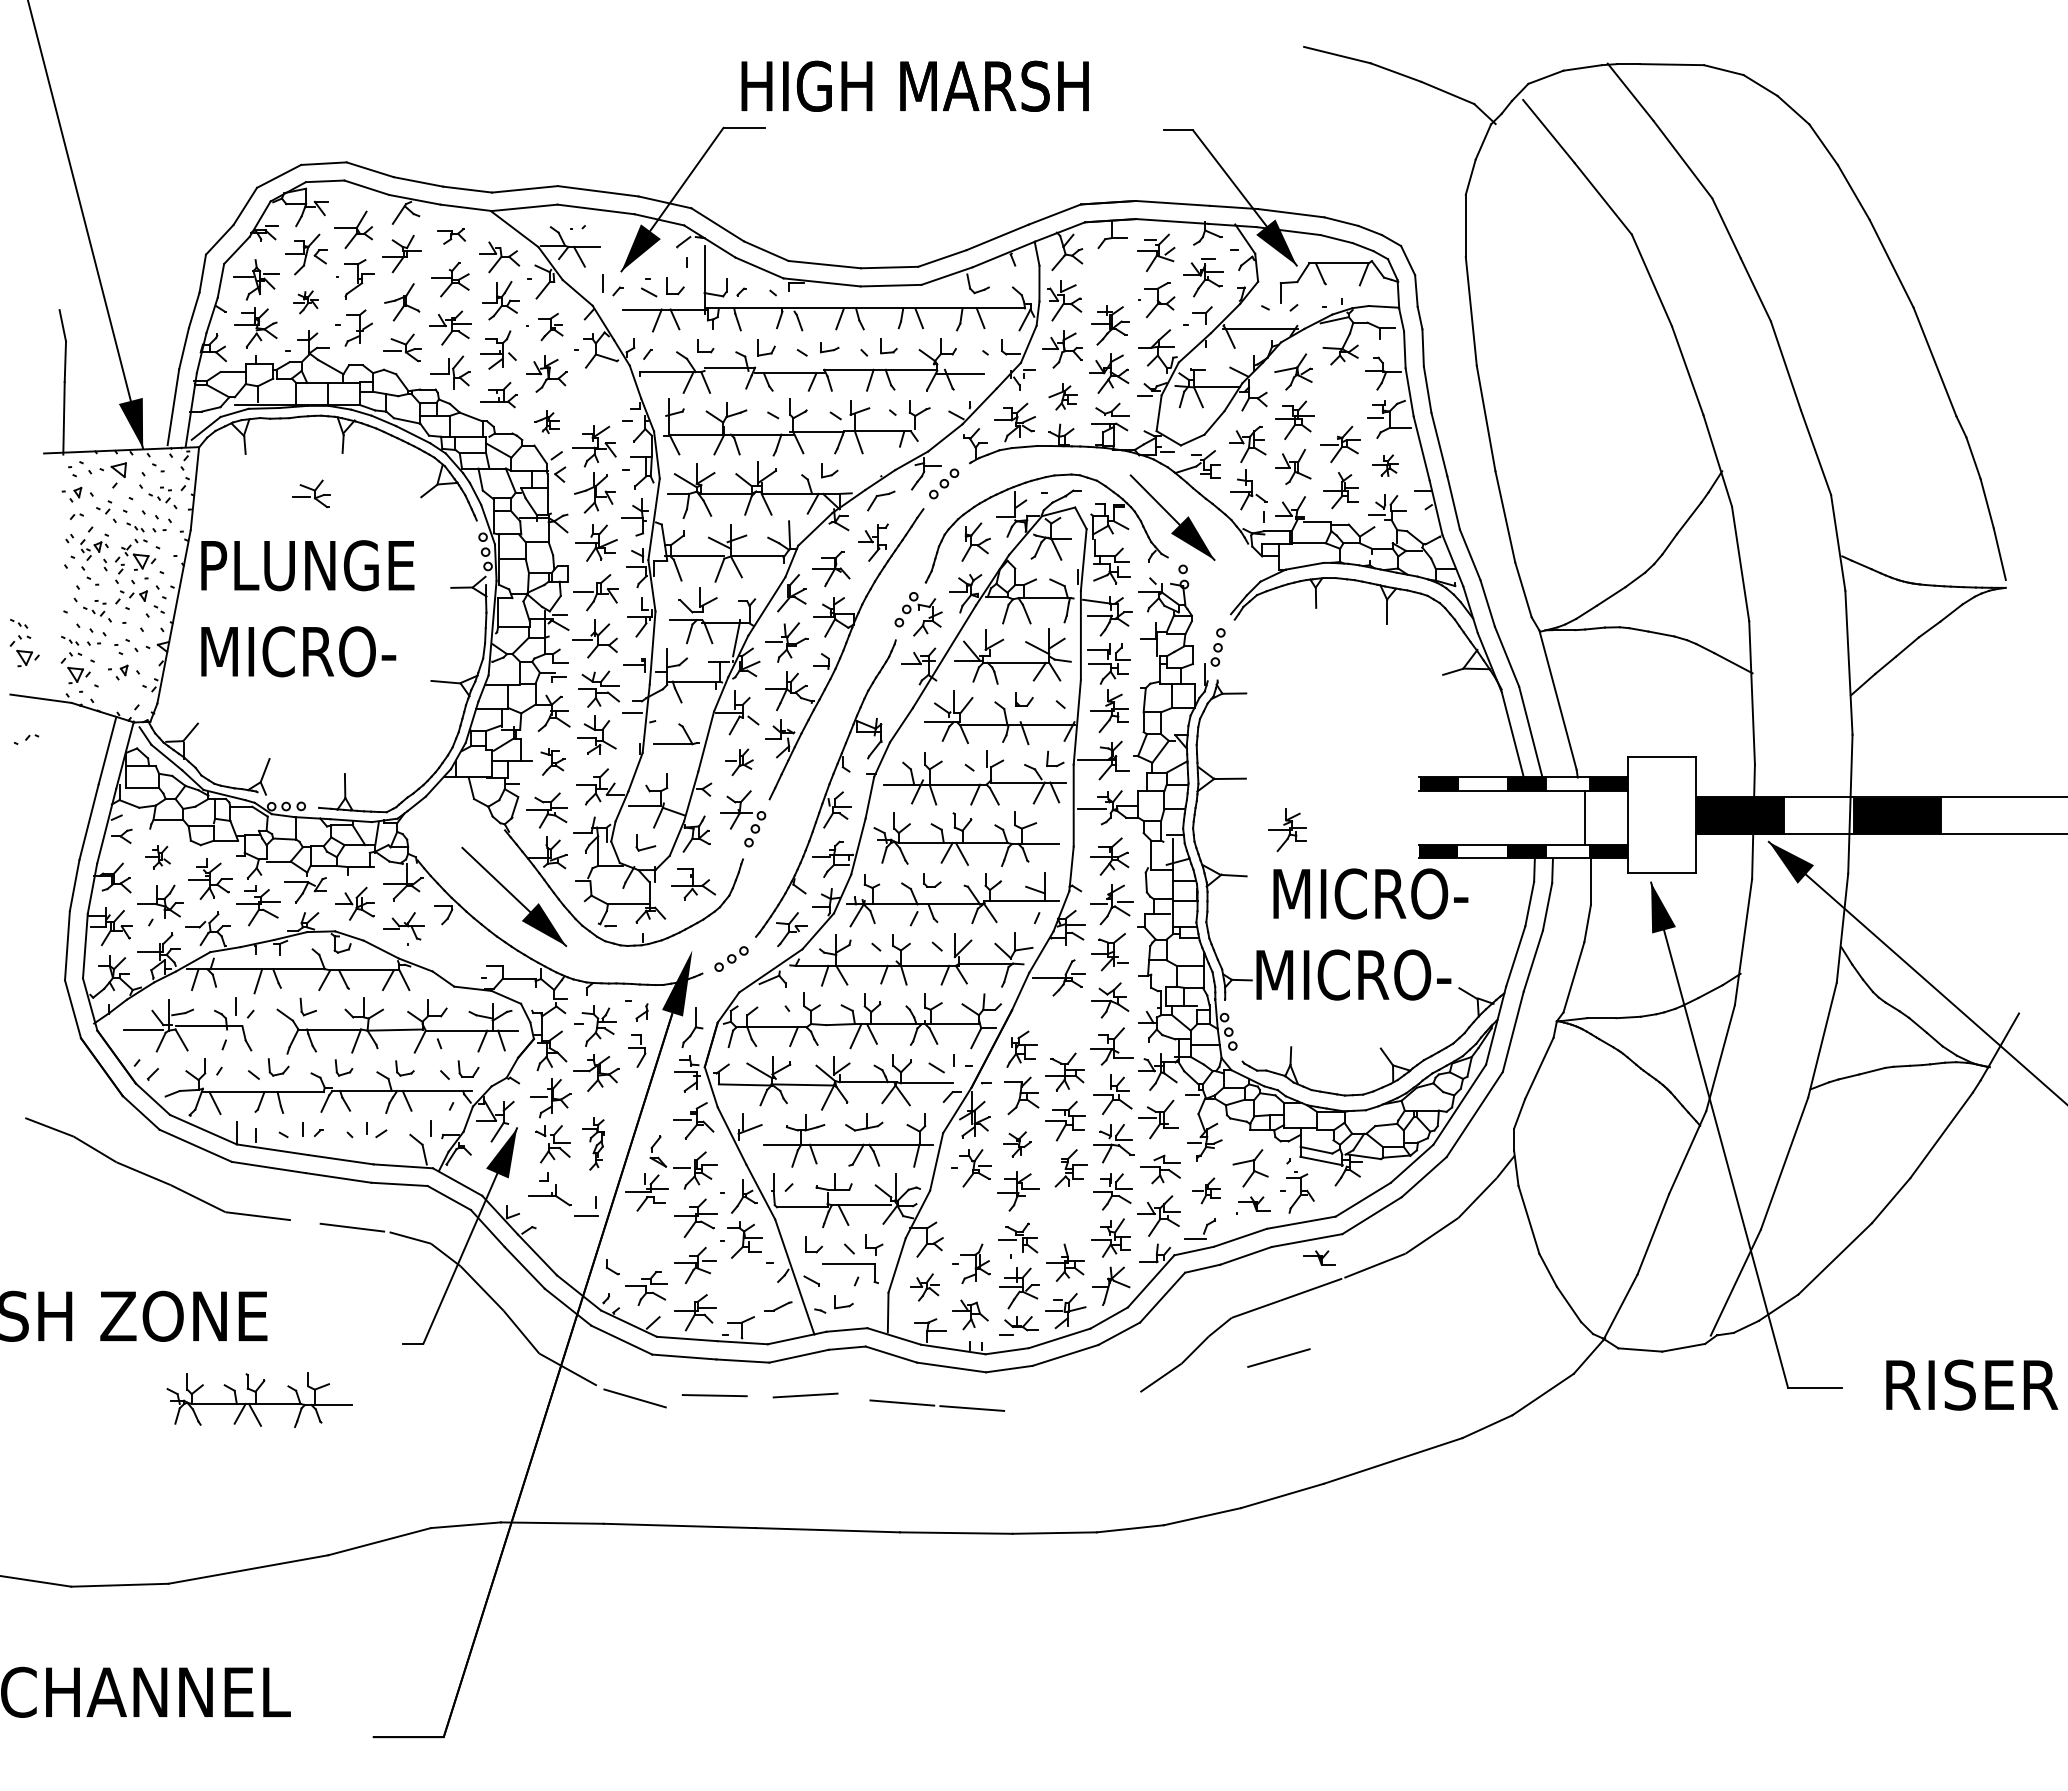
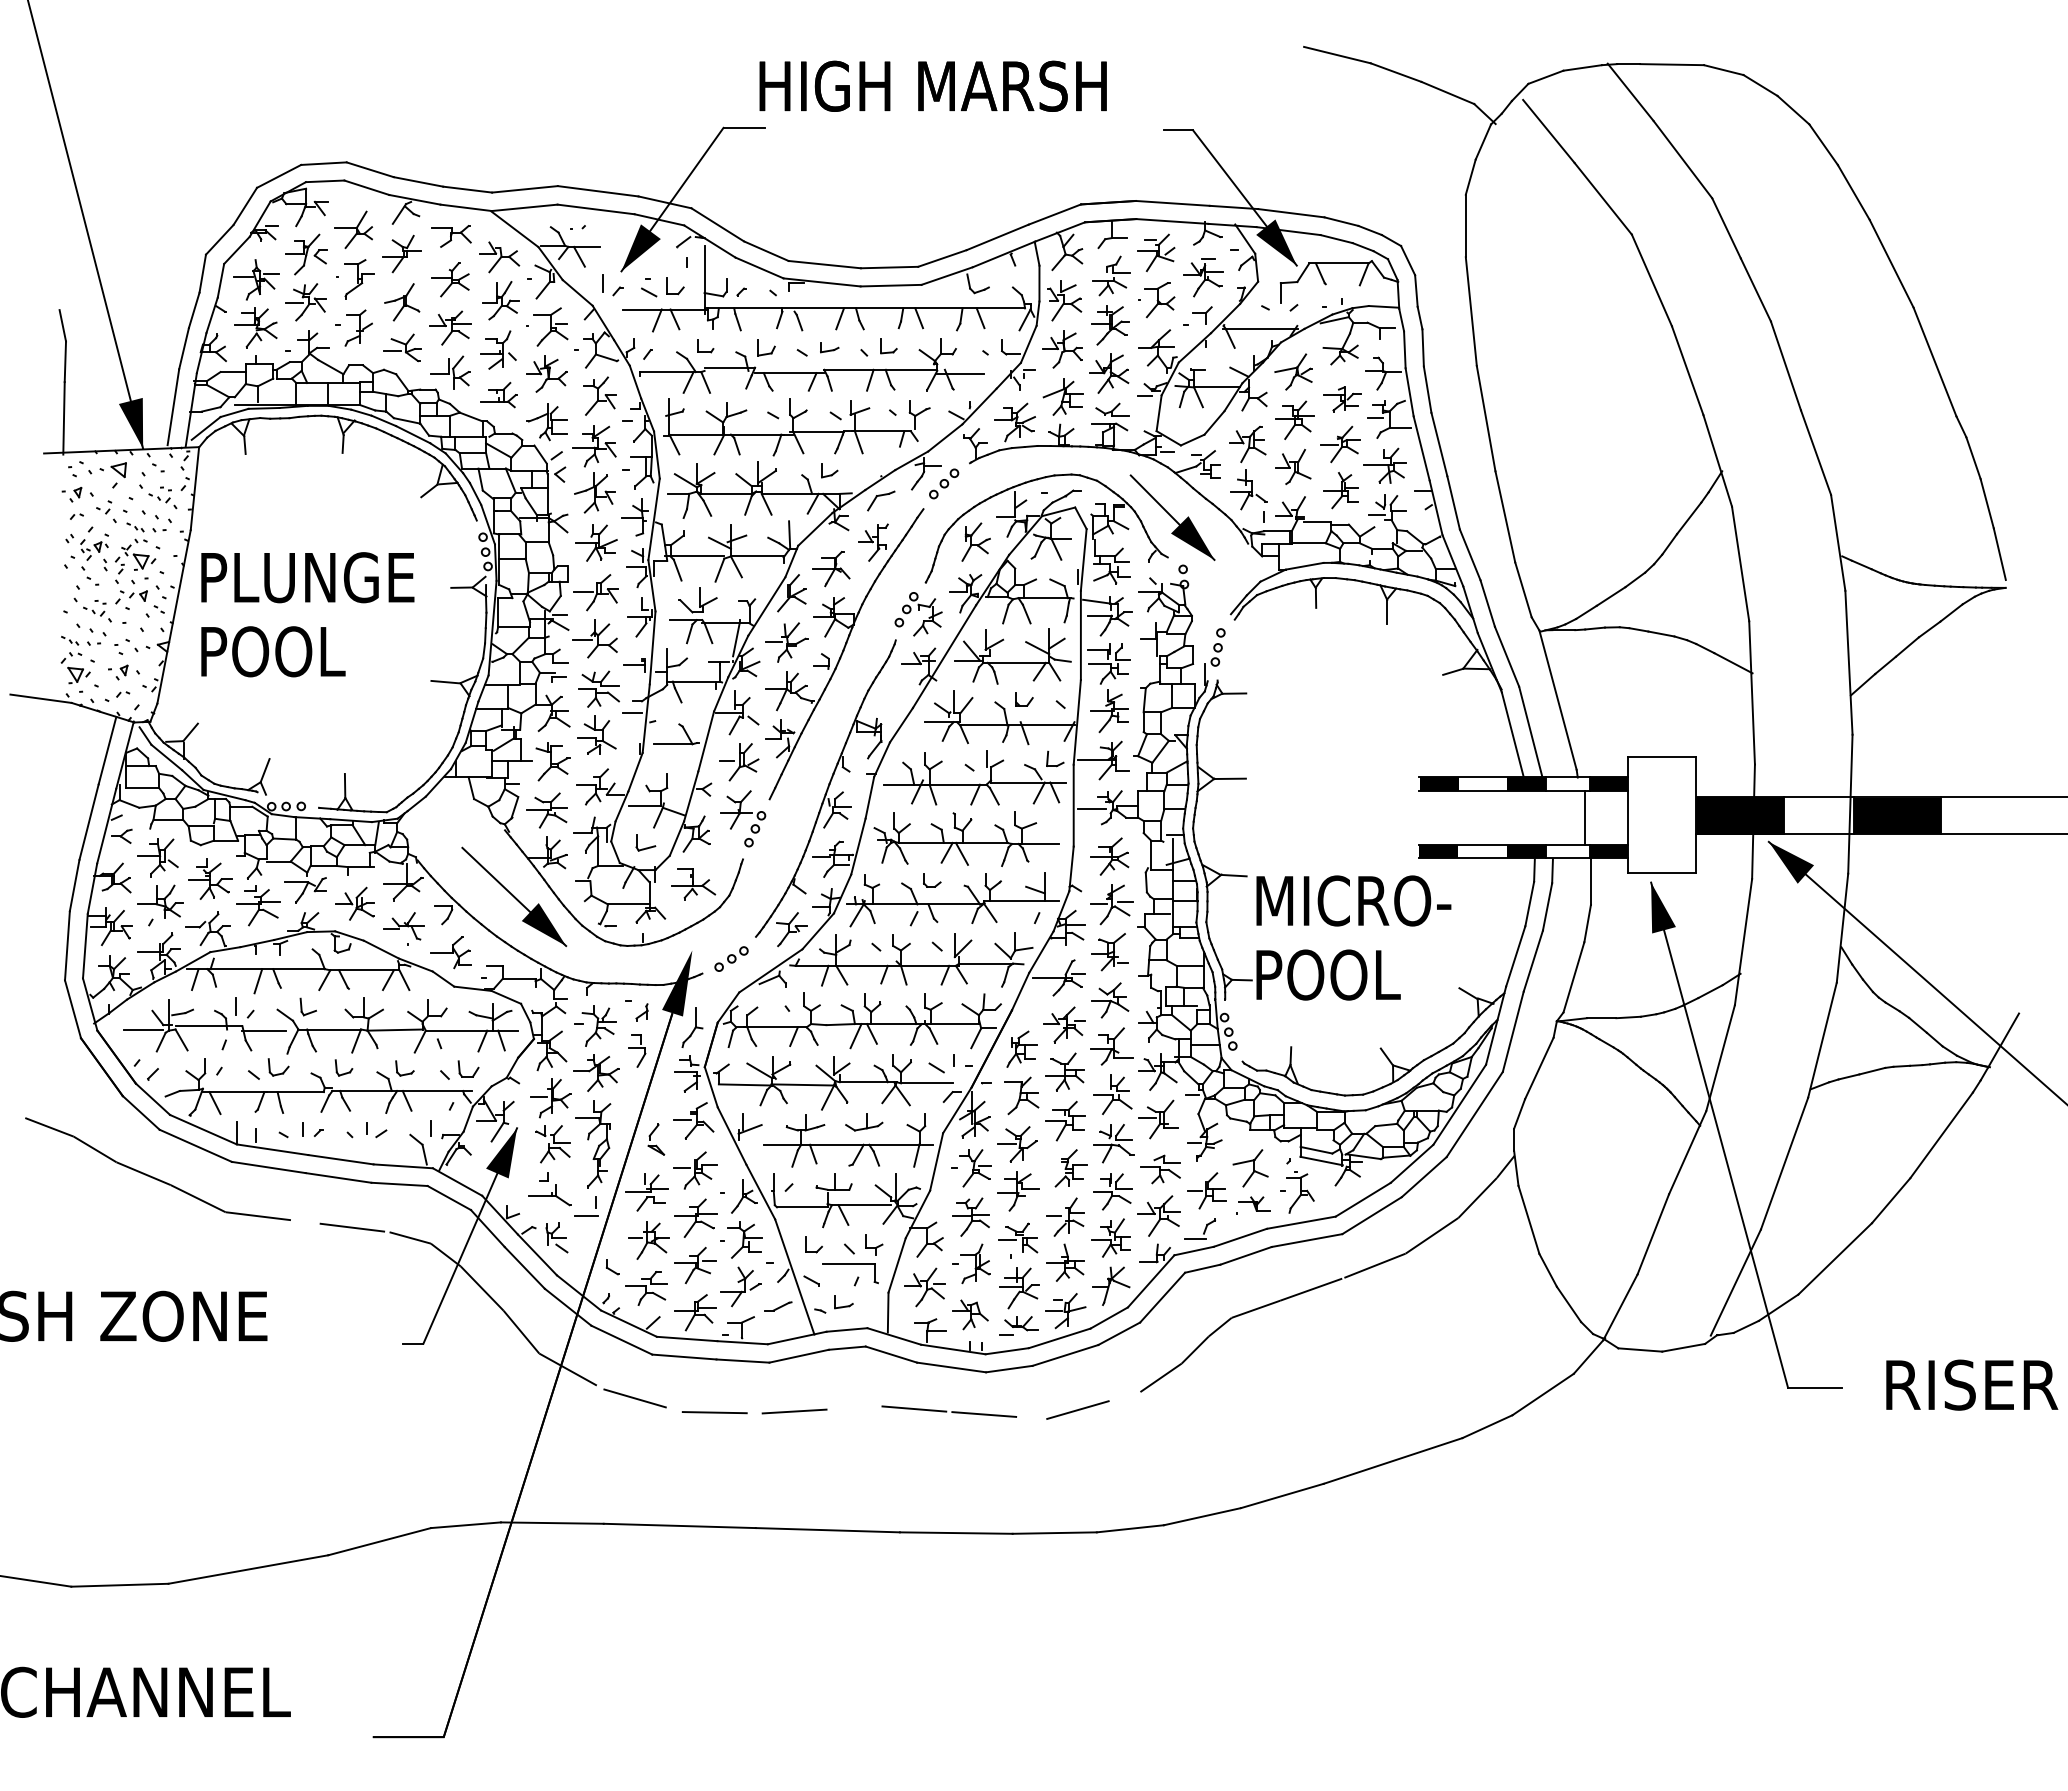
text at (914, 85) position: (914, 85) -> (932, 85)
part at (451, 236) size: 30x17 px -> 41x23 px
part at (1111, 275): none -> present
part at (305, 302) size: 26x25 px -> 42x39 px
part at (550, 327) size: 26x29 px -> 36x40 px
part at (599, 395): none -> present
part at (1062, 396) size: 30x28 px -> 42x38 px
part at (1342, 399): none -> present
part at (546, 422) size: 26x25 px -> 42x39 px
part at (1385, 465) size: 27x23 px -> 44x37 px
part at (311, 493): present -> none
text at (307, 565) position: (307, 565) -> (307, 577)
part at (24, 643): present -> none
text at (301, 651): MICRO- -> POOL
part at (26, 739) position: (26, 739) -> (117, 696)
part at (552, 761) size: 26x28 px -> 36x40 px
part at (739, 761) size: 29x28 px -> 41x39 px
part at (1287, 830): present -> none
part at (157, 857) size: 26x25 px -> 42x40 px
text at (1370, 893) position: (1370, 893) -> (1353, 900)
part at (450, 952): none -> present
text at (1356, 974): MICRO- -> POOL
part at (1064, 1024): none -> present
line at (264, 1030): none -> present
part at (593, 1143) size: 23x54 px -> 37x89 px
part at (1017, 1144) size: 29x27 px -> 41x37 px
part at (658, 1151) position: (658, 1151) -> (656, 1139)
part at (1206, 1190) size: 29x28 px -> 40x38 px
part at (970, 1216): none -> present
part at (1065, 1216): none -> present
part at (556, 1237): none -> present
part at (648, 1240): none -> present
part at (1319, 1257): present -> none
part at (740, 1286): none -> present
part at (924, 1287) size: 30x29 px -> 42x41 px
line at (1278, 1357) position: (1278, 1357) -> (1077, 1409)
line at (714, 1395) position: (714, 1395) -> (714, 1412)
line at (805, 1395) position: (805, 1395) -> (794, 1411)
part at (259, 1399): present -> none
line at (935, 1405) position: (935, 1405) -> (947, 1411)
